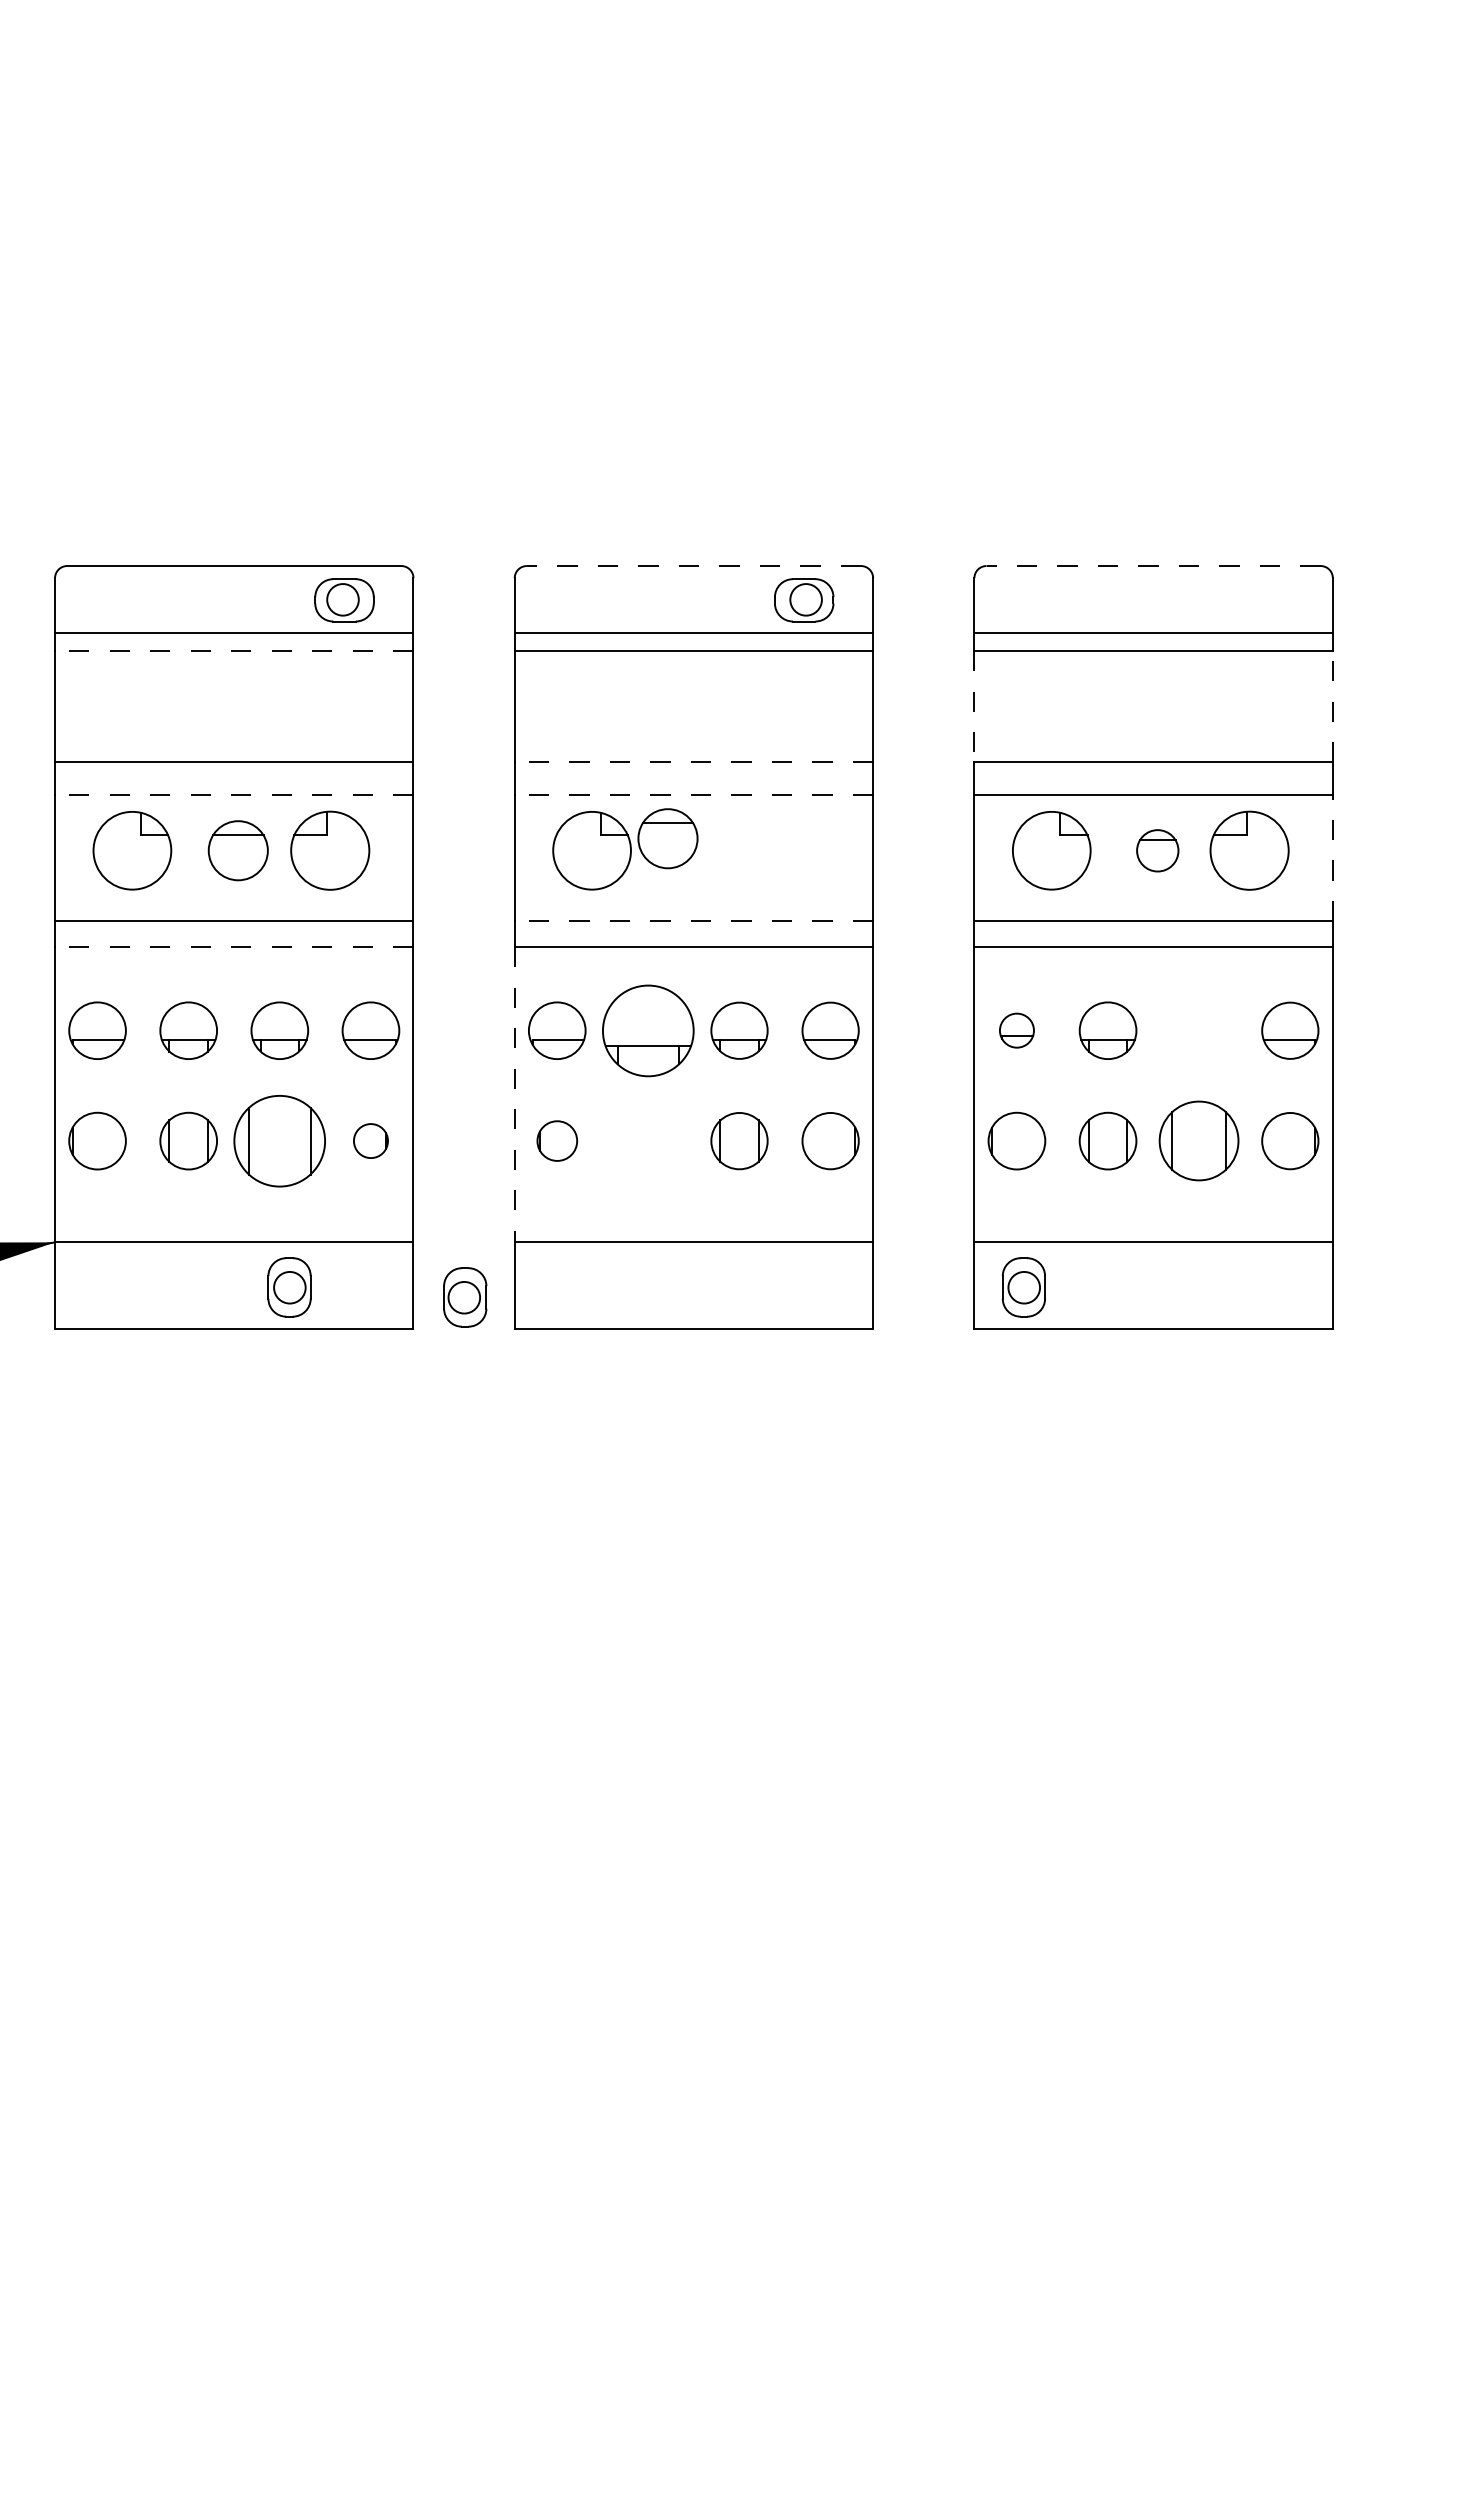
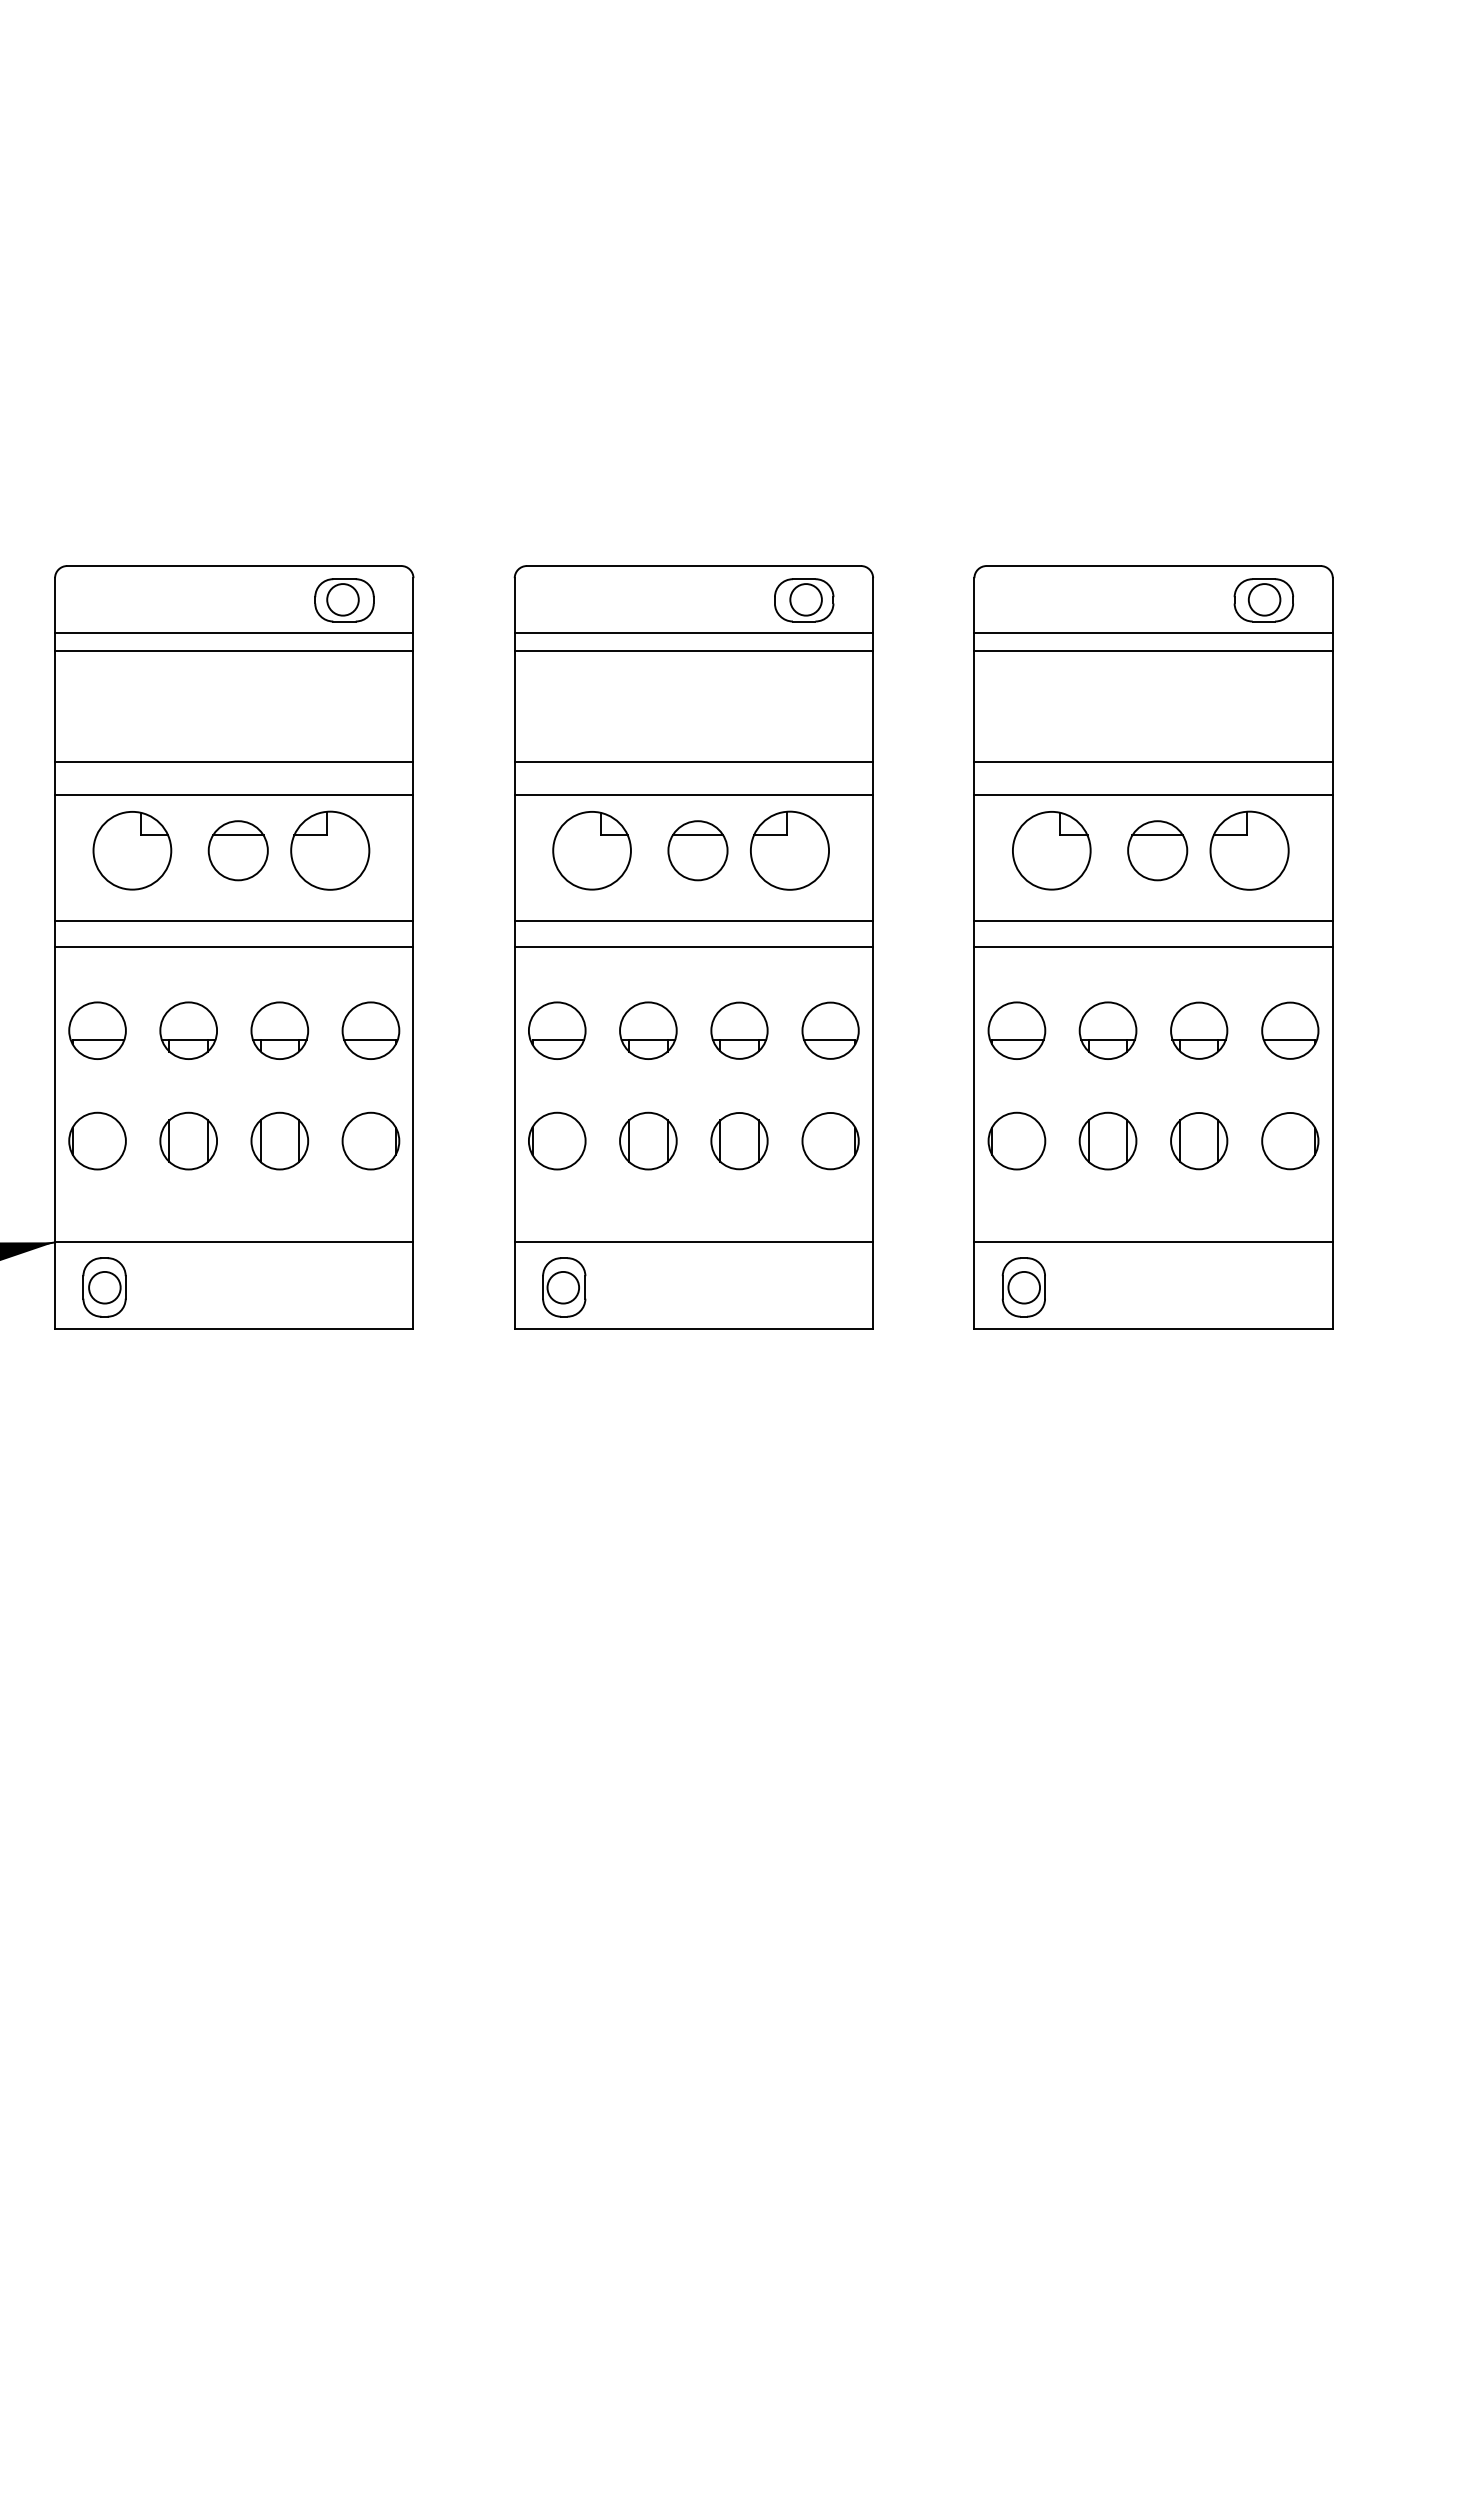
line at (693, 566): dashed -> solid
line at (1153, 566): dashed -> solid
part at (1263, 600): none -> present
line at (233, 651): dashed -> solid
line at (974, 706): dashed -> solid
line at (1332, 706): dashed -> solid
line at (693, 762): dashed -> solid
line at (233, 795): dashed -> solid
line at (693, 795): dashed -> solid
part at (667, 838) position: (667, 838) -> (697, 850)
part at (789, 850): none -> present
part at (1157, 850) size: 44x44 px -> 62x62 px
line at (1332, 857): dashed -> solid
line at (693, 921): dashed -> solid
line at (233, 947): dashed -> solid
part at (648, 1030) size: 93x94 px -> 59x59 px
part at (1016, 1030) size: 36x37 px -> 60x59 px
part at (1199, 1030): none -> present
line at (514, 1094): dashed -> solid
part at (370, 1140) size: 36x36 px -> 60x60 px
part at (557, 1140) size: 43x42 px -> 59x60 px
part at (648, 1140): none -> present
part at (1198, 1140) size: 82x82 px -> 59x59 px
part at (279, 1141) size: 93x93 px -> 60x60 px
part at (289, 1287) position: (289, 1287) -> (104, 1287)
part at (465, 1297) position: (465, 1297) -> (564, 1287)
